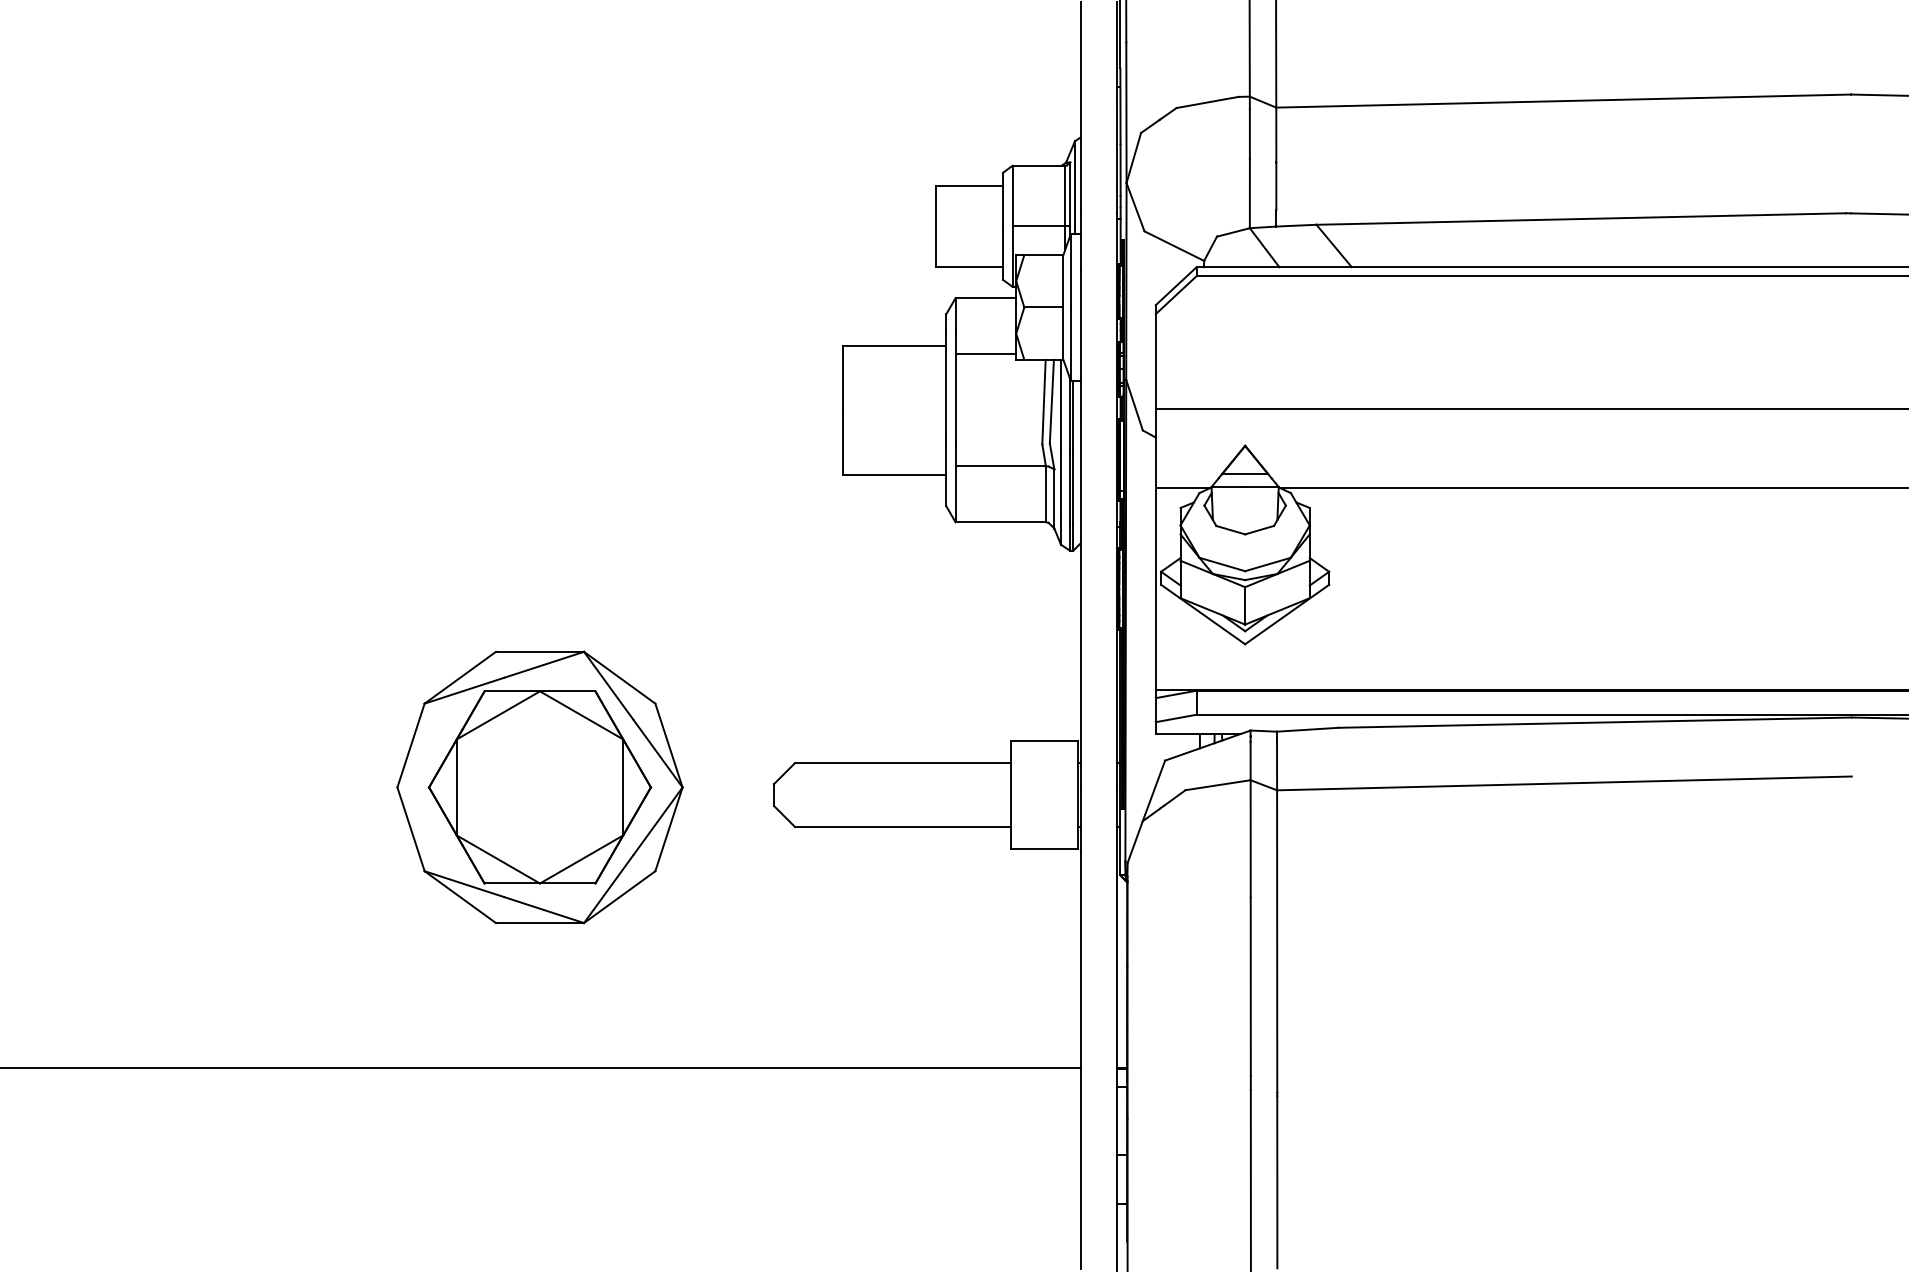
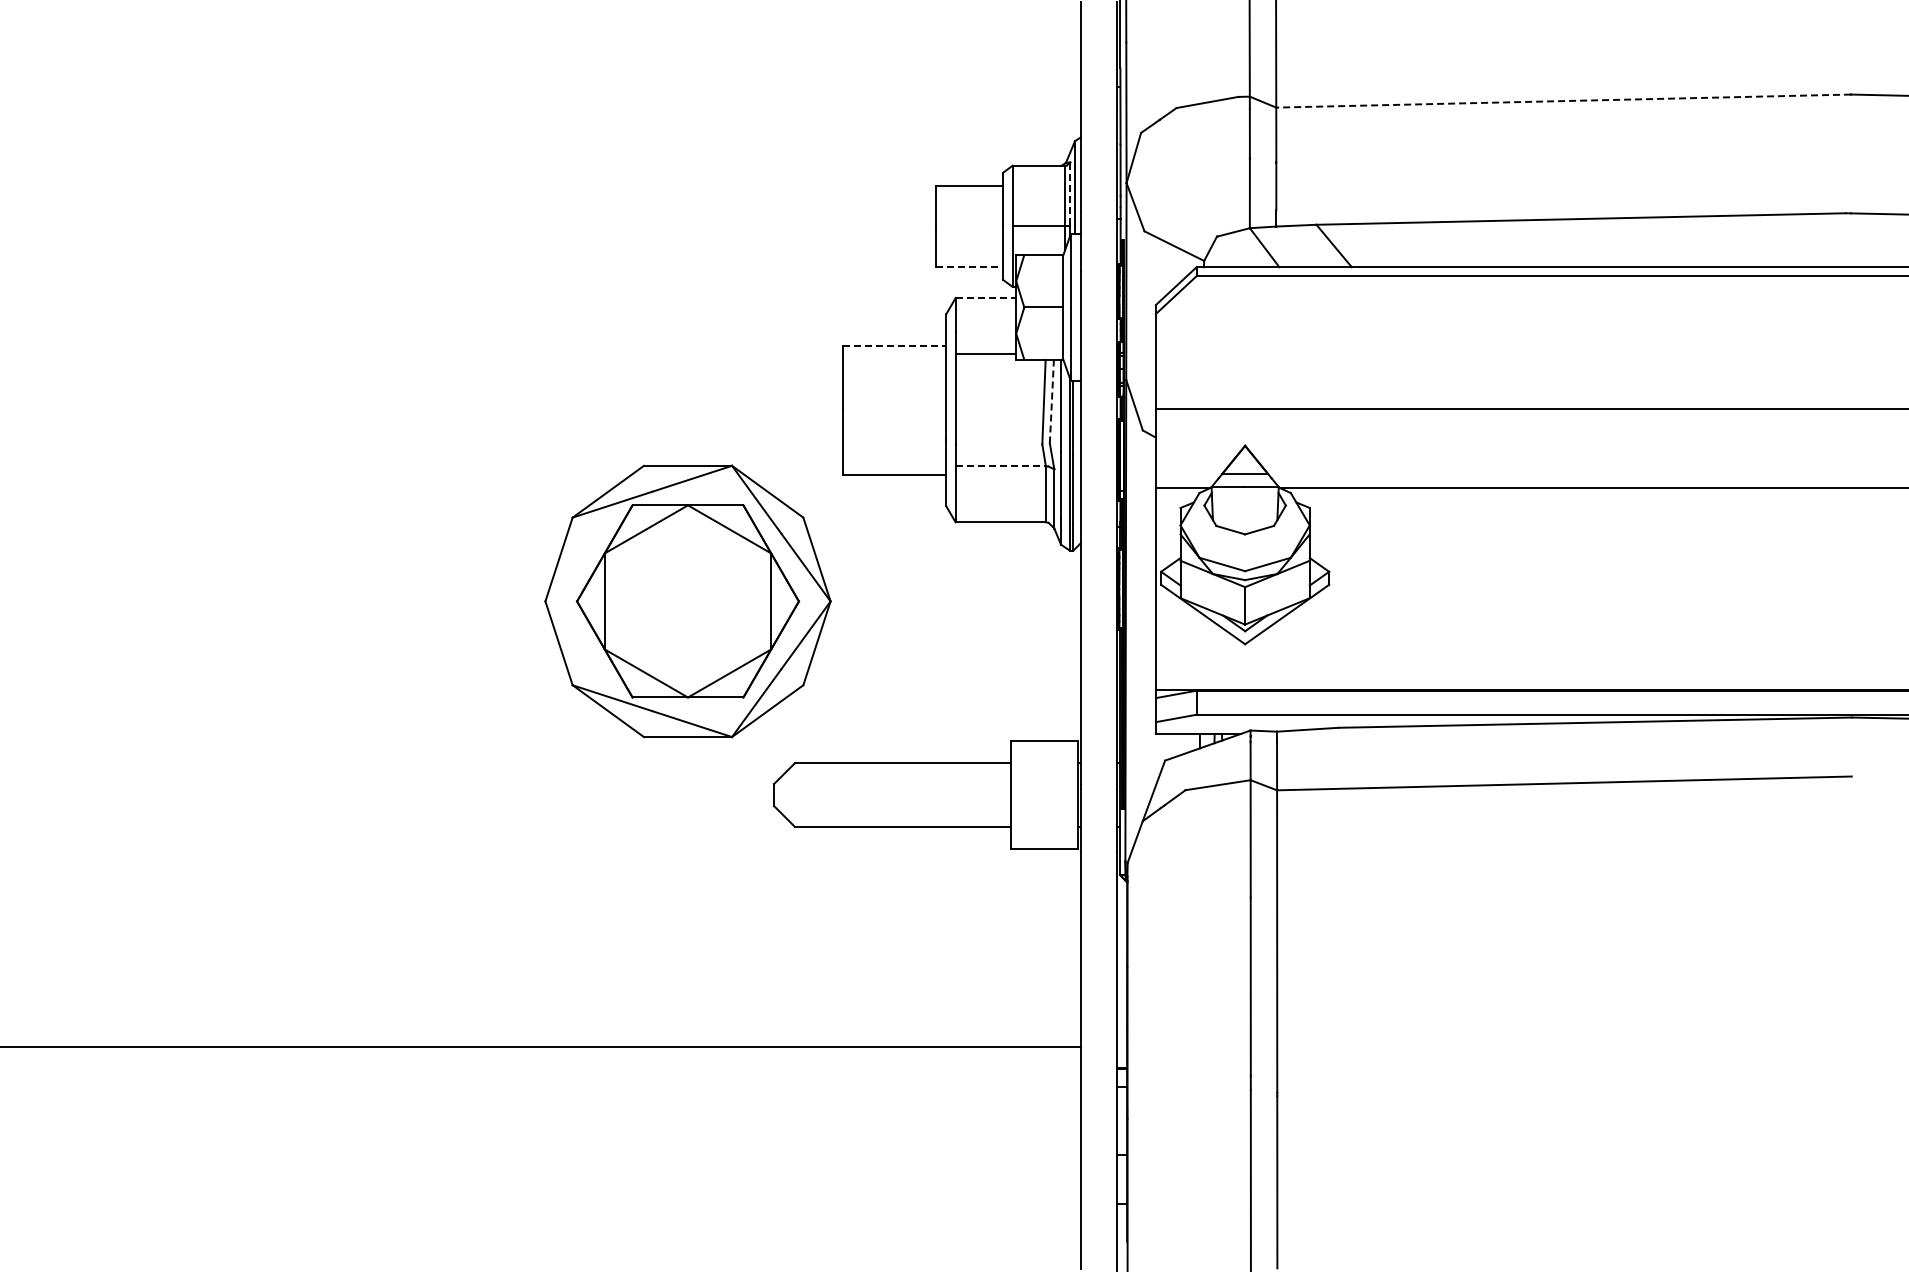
line at (1563, 101): solid -> dashed
line at (1070, 194): solid -> dashed
line at (969, 266): solid -> dashed
line at (986, 298): solid -> dashed
line at (894, 345): solid -> dashed
line at (1051, 401): solid -> dashed
line at (1001, 466): solid -> dashed
part at (539, 787) position: (539, 787) -> (687, 601)
line at (541, 1067) position: (541, 1067) -> (541, 1046)
